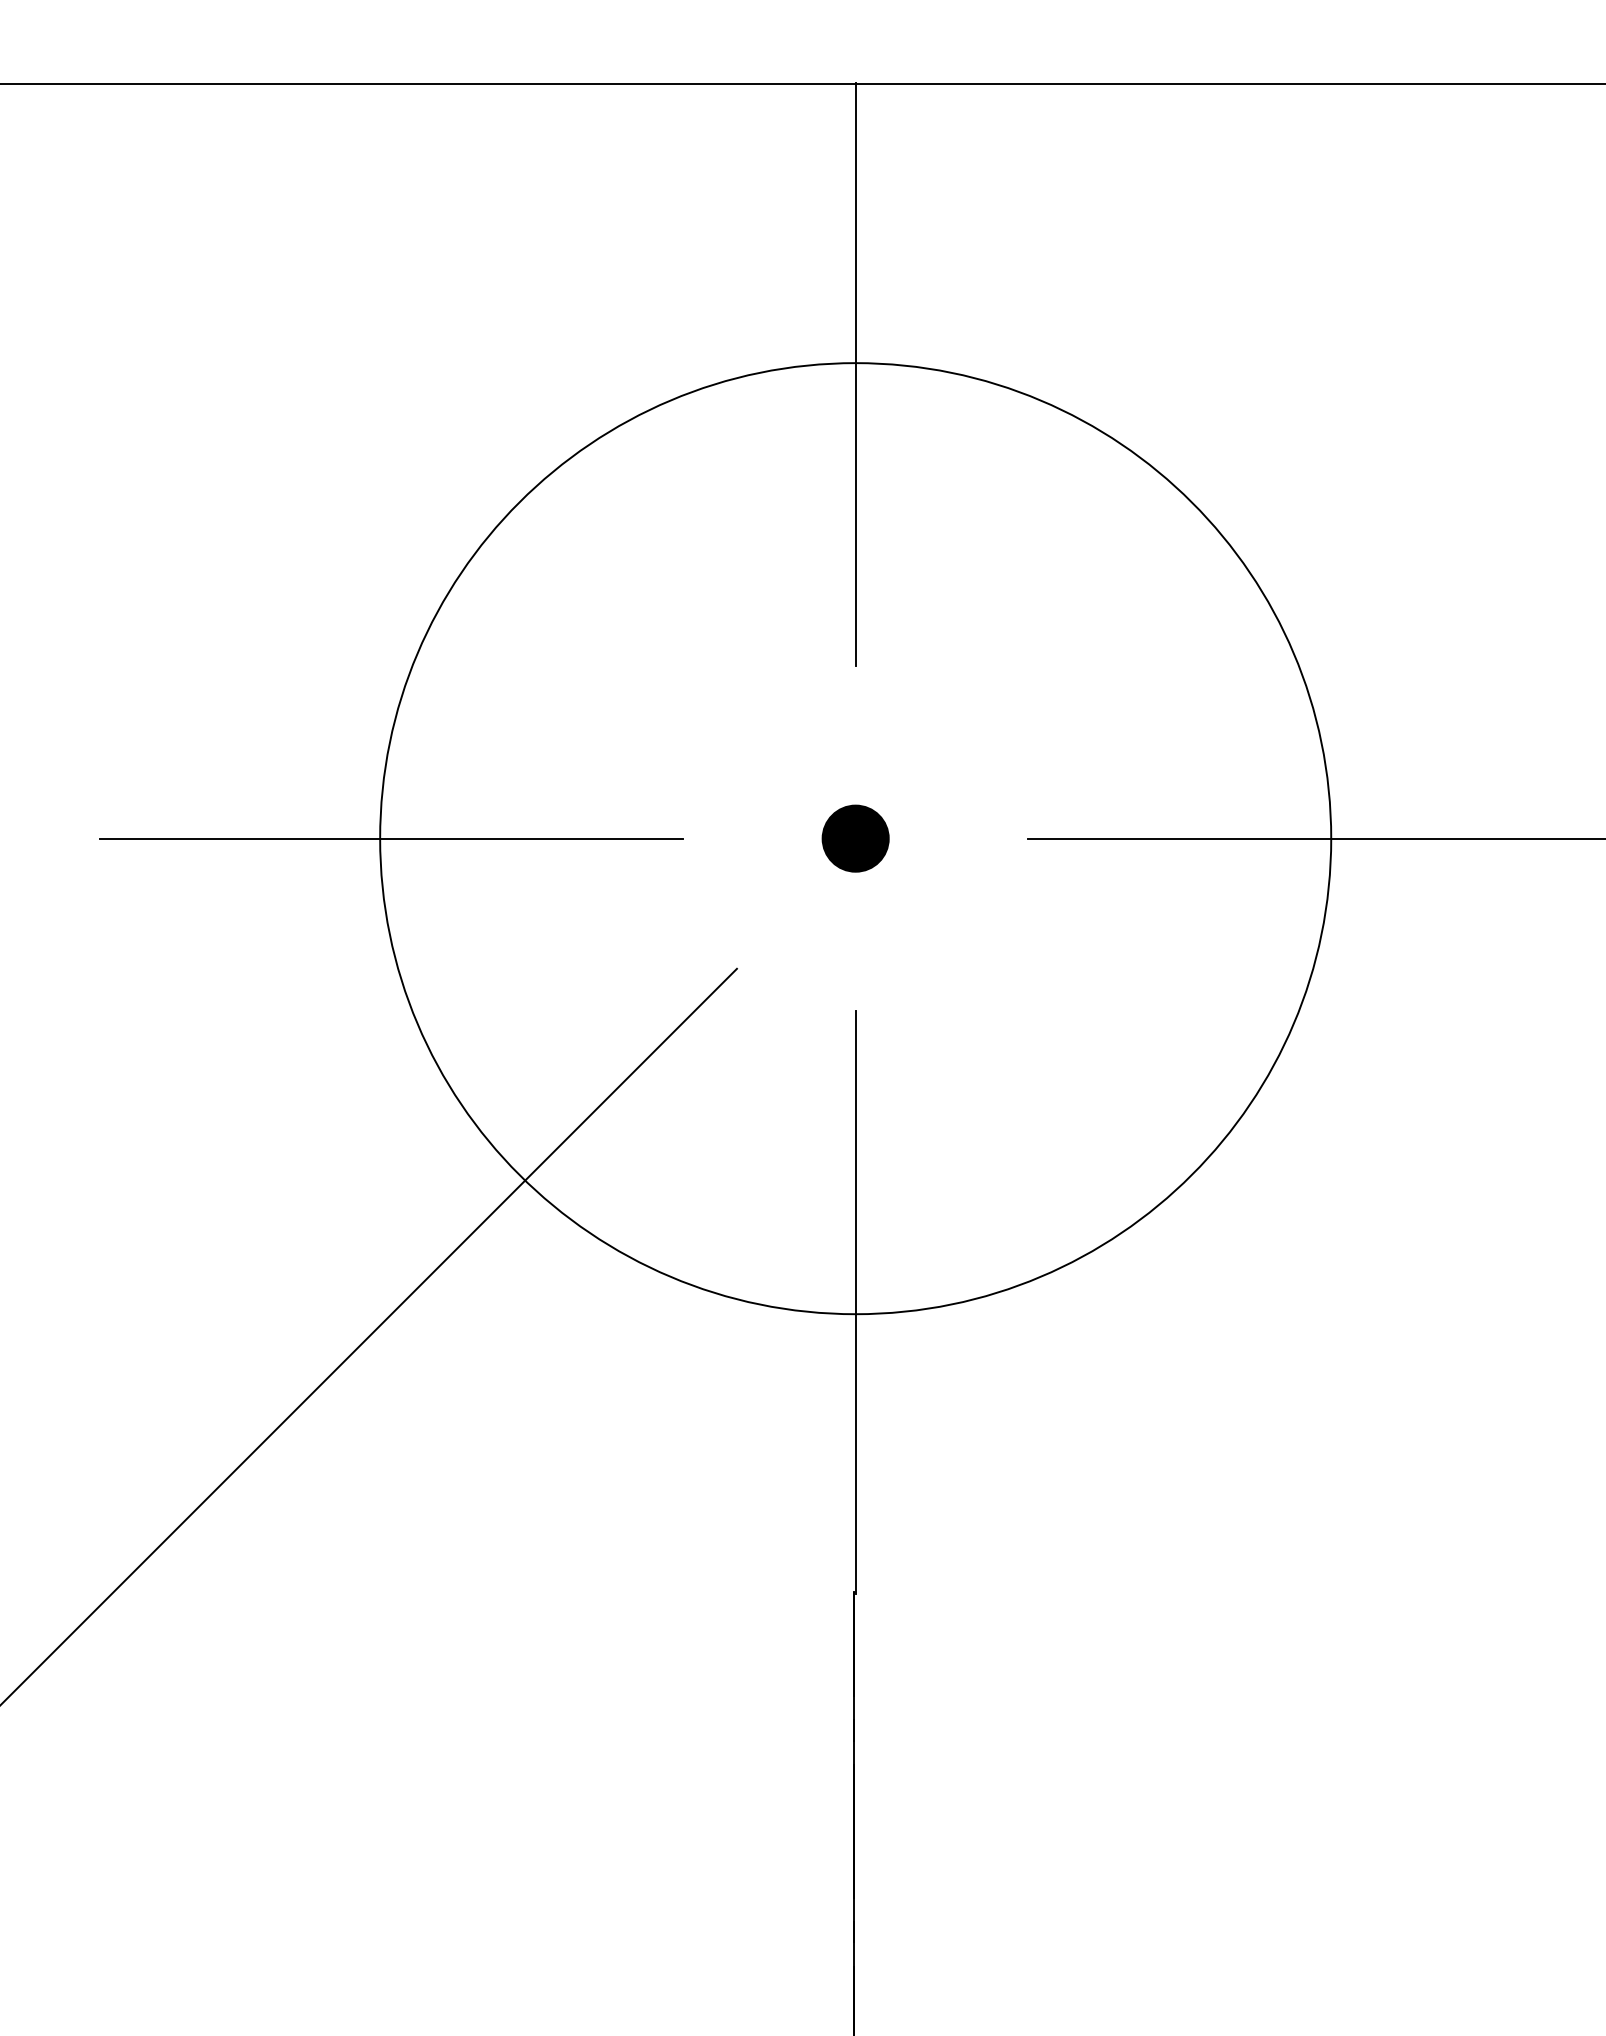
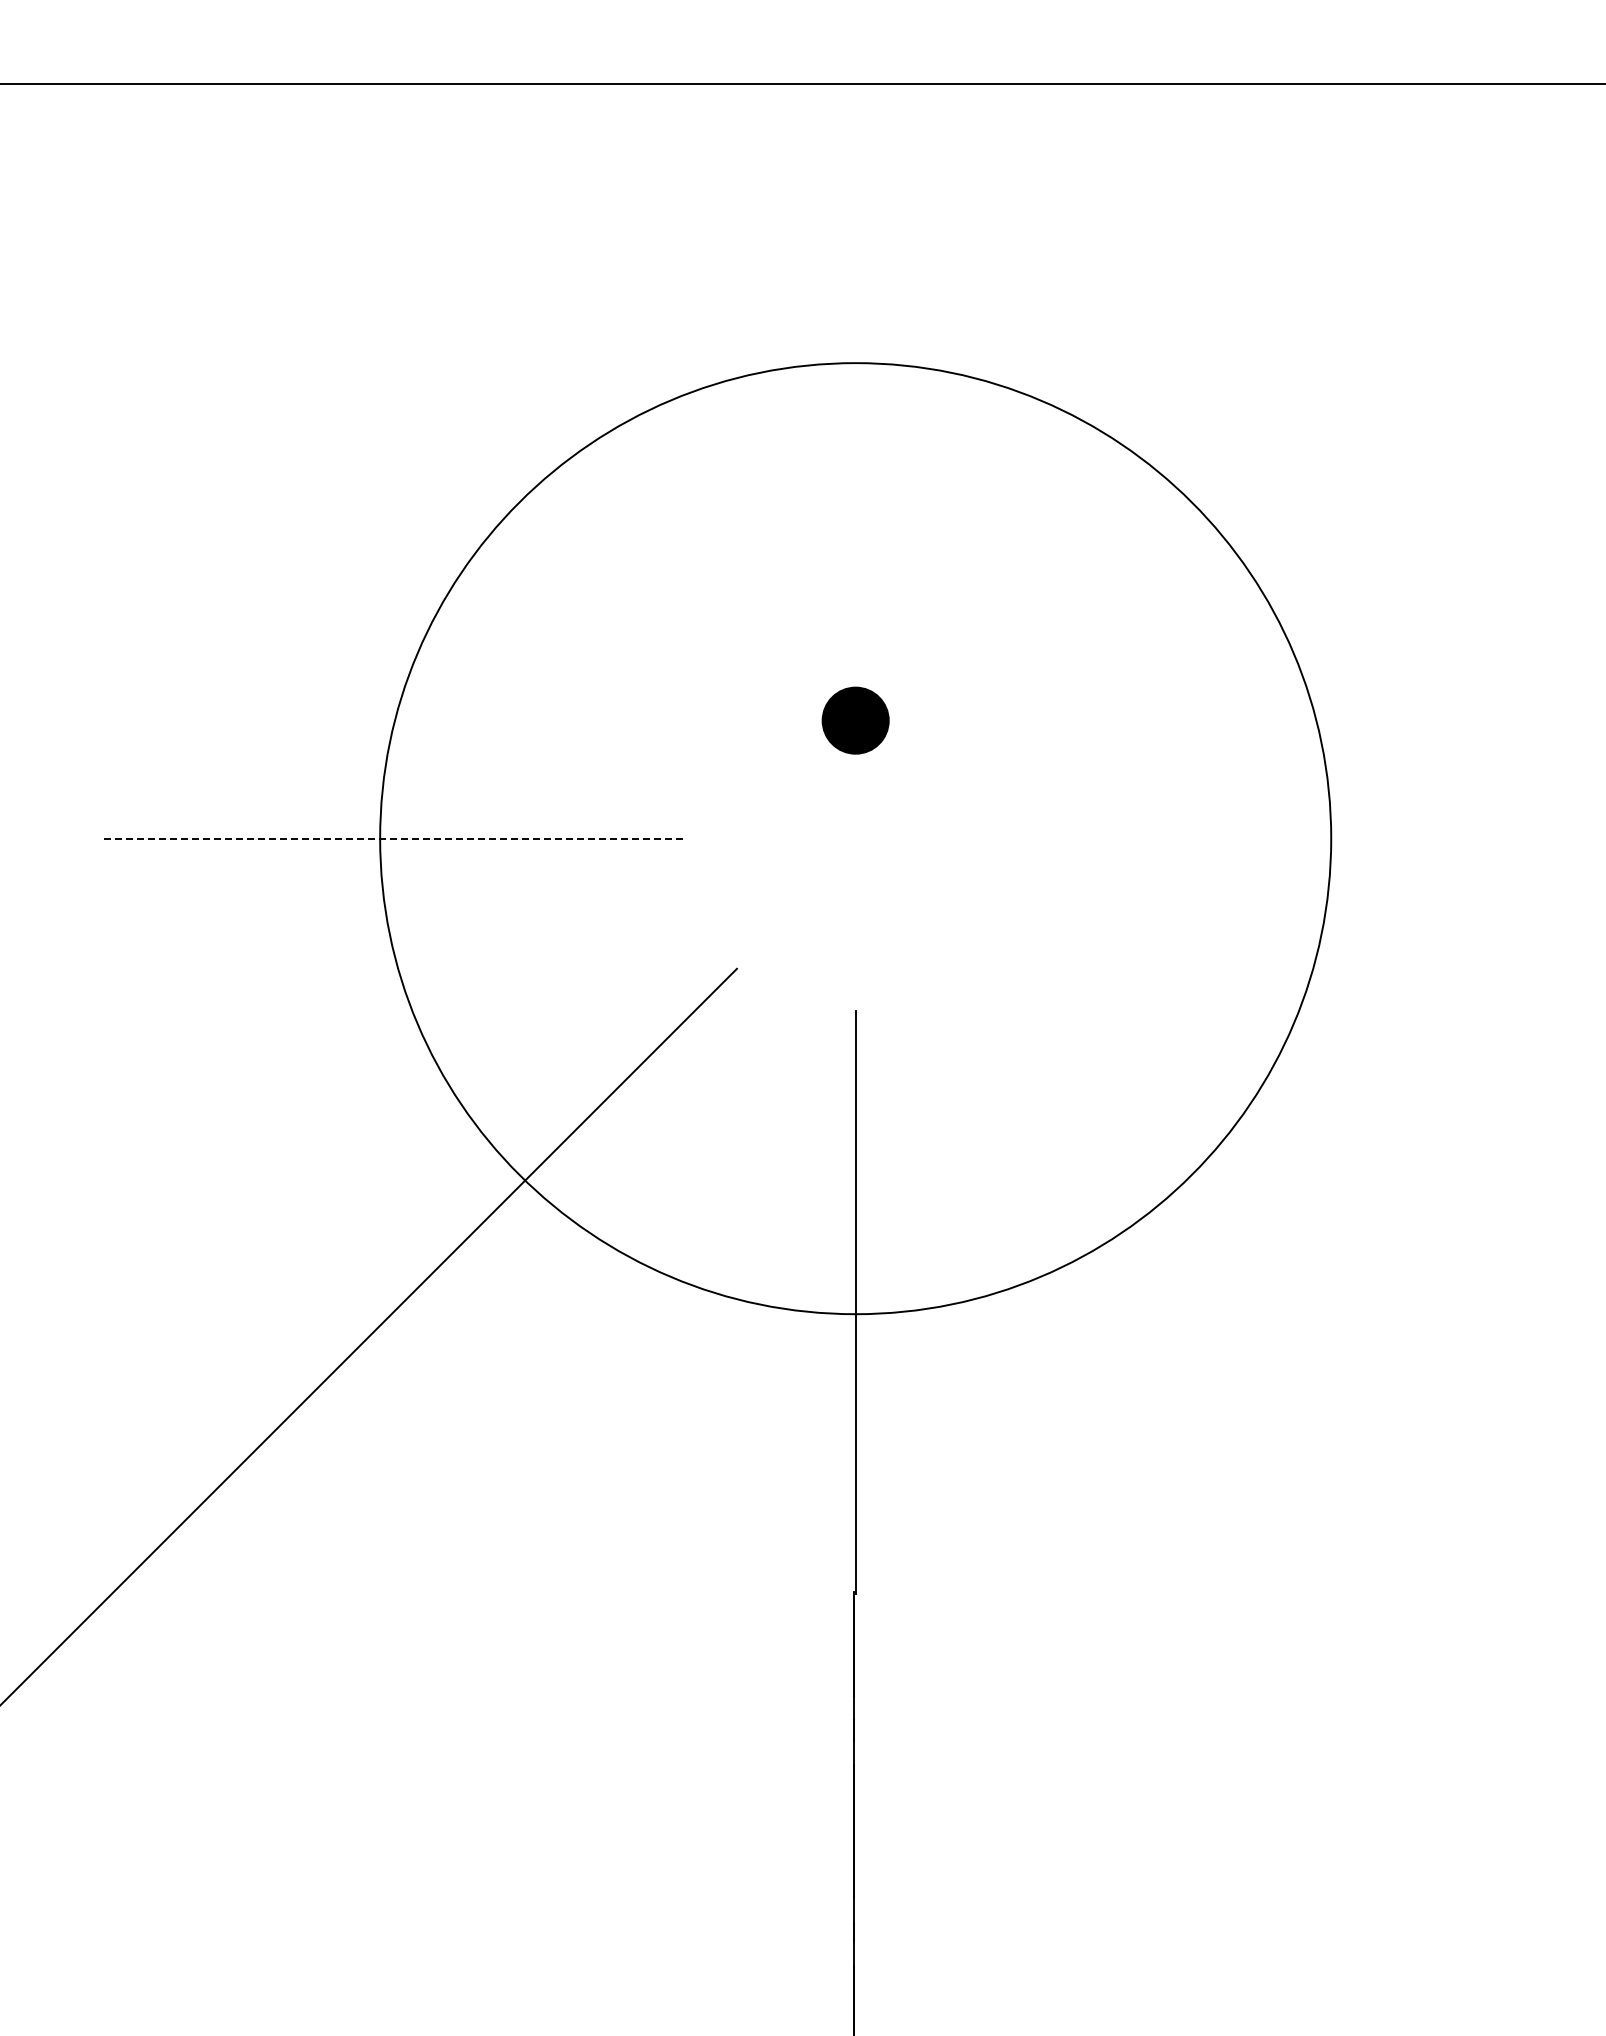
line at (855, 374): present -> none
line at (391, 838): solid -> dashed
part at (855, 838) position: (855, 838) -> (855, 720)
line at (1314, 838): present -> none
